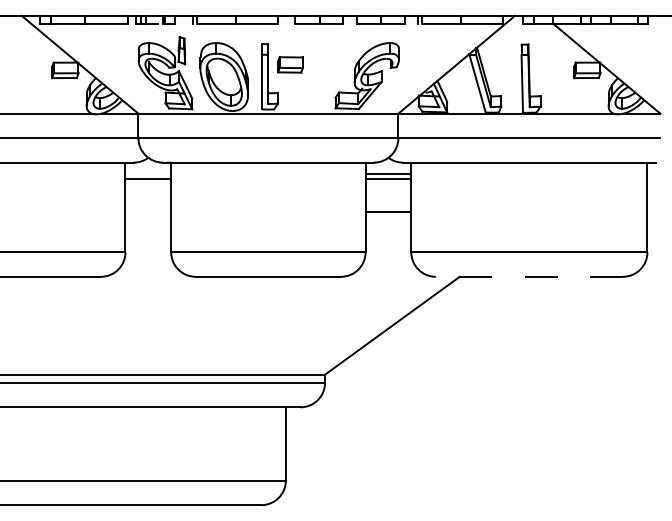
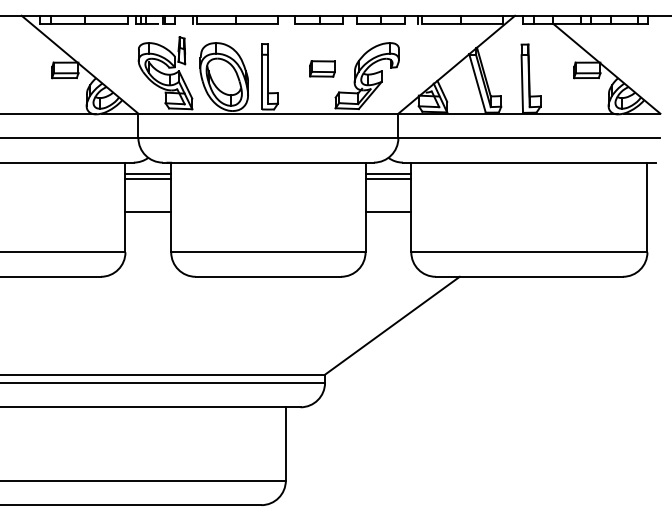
part at (290, 64) position: (290, 64) -> (322, 68)
line at (148, 174): none -> present
line at (148, 211): none -> present
line at (529, 276): dashed -> solid
